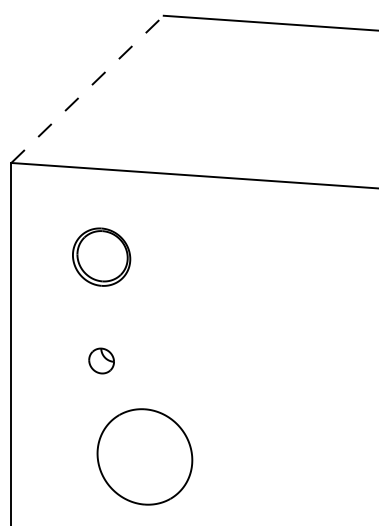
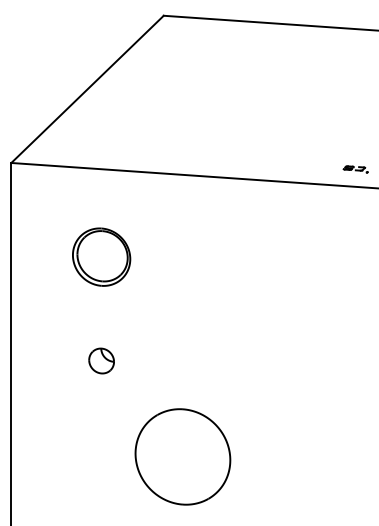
line at (87, 89): dashed -> solid
part at (355, 169): none -> present
part at (144, 456) position: (144, 456) -> (182, 456)
